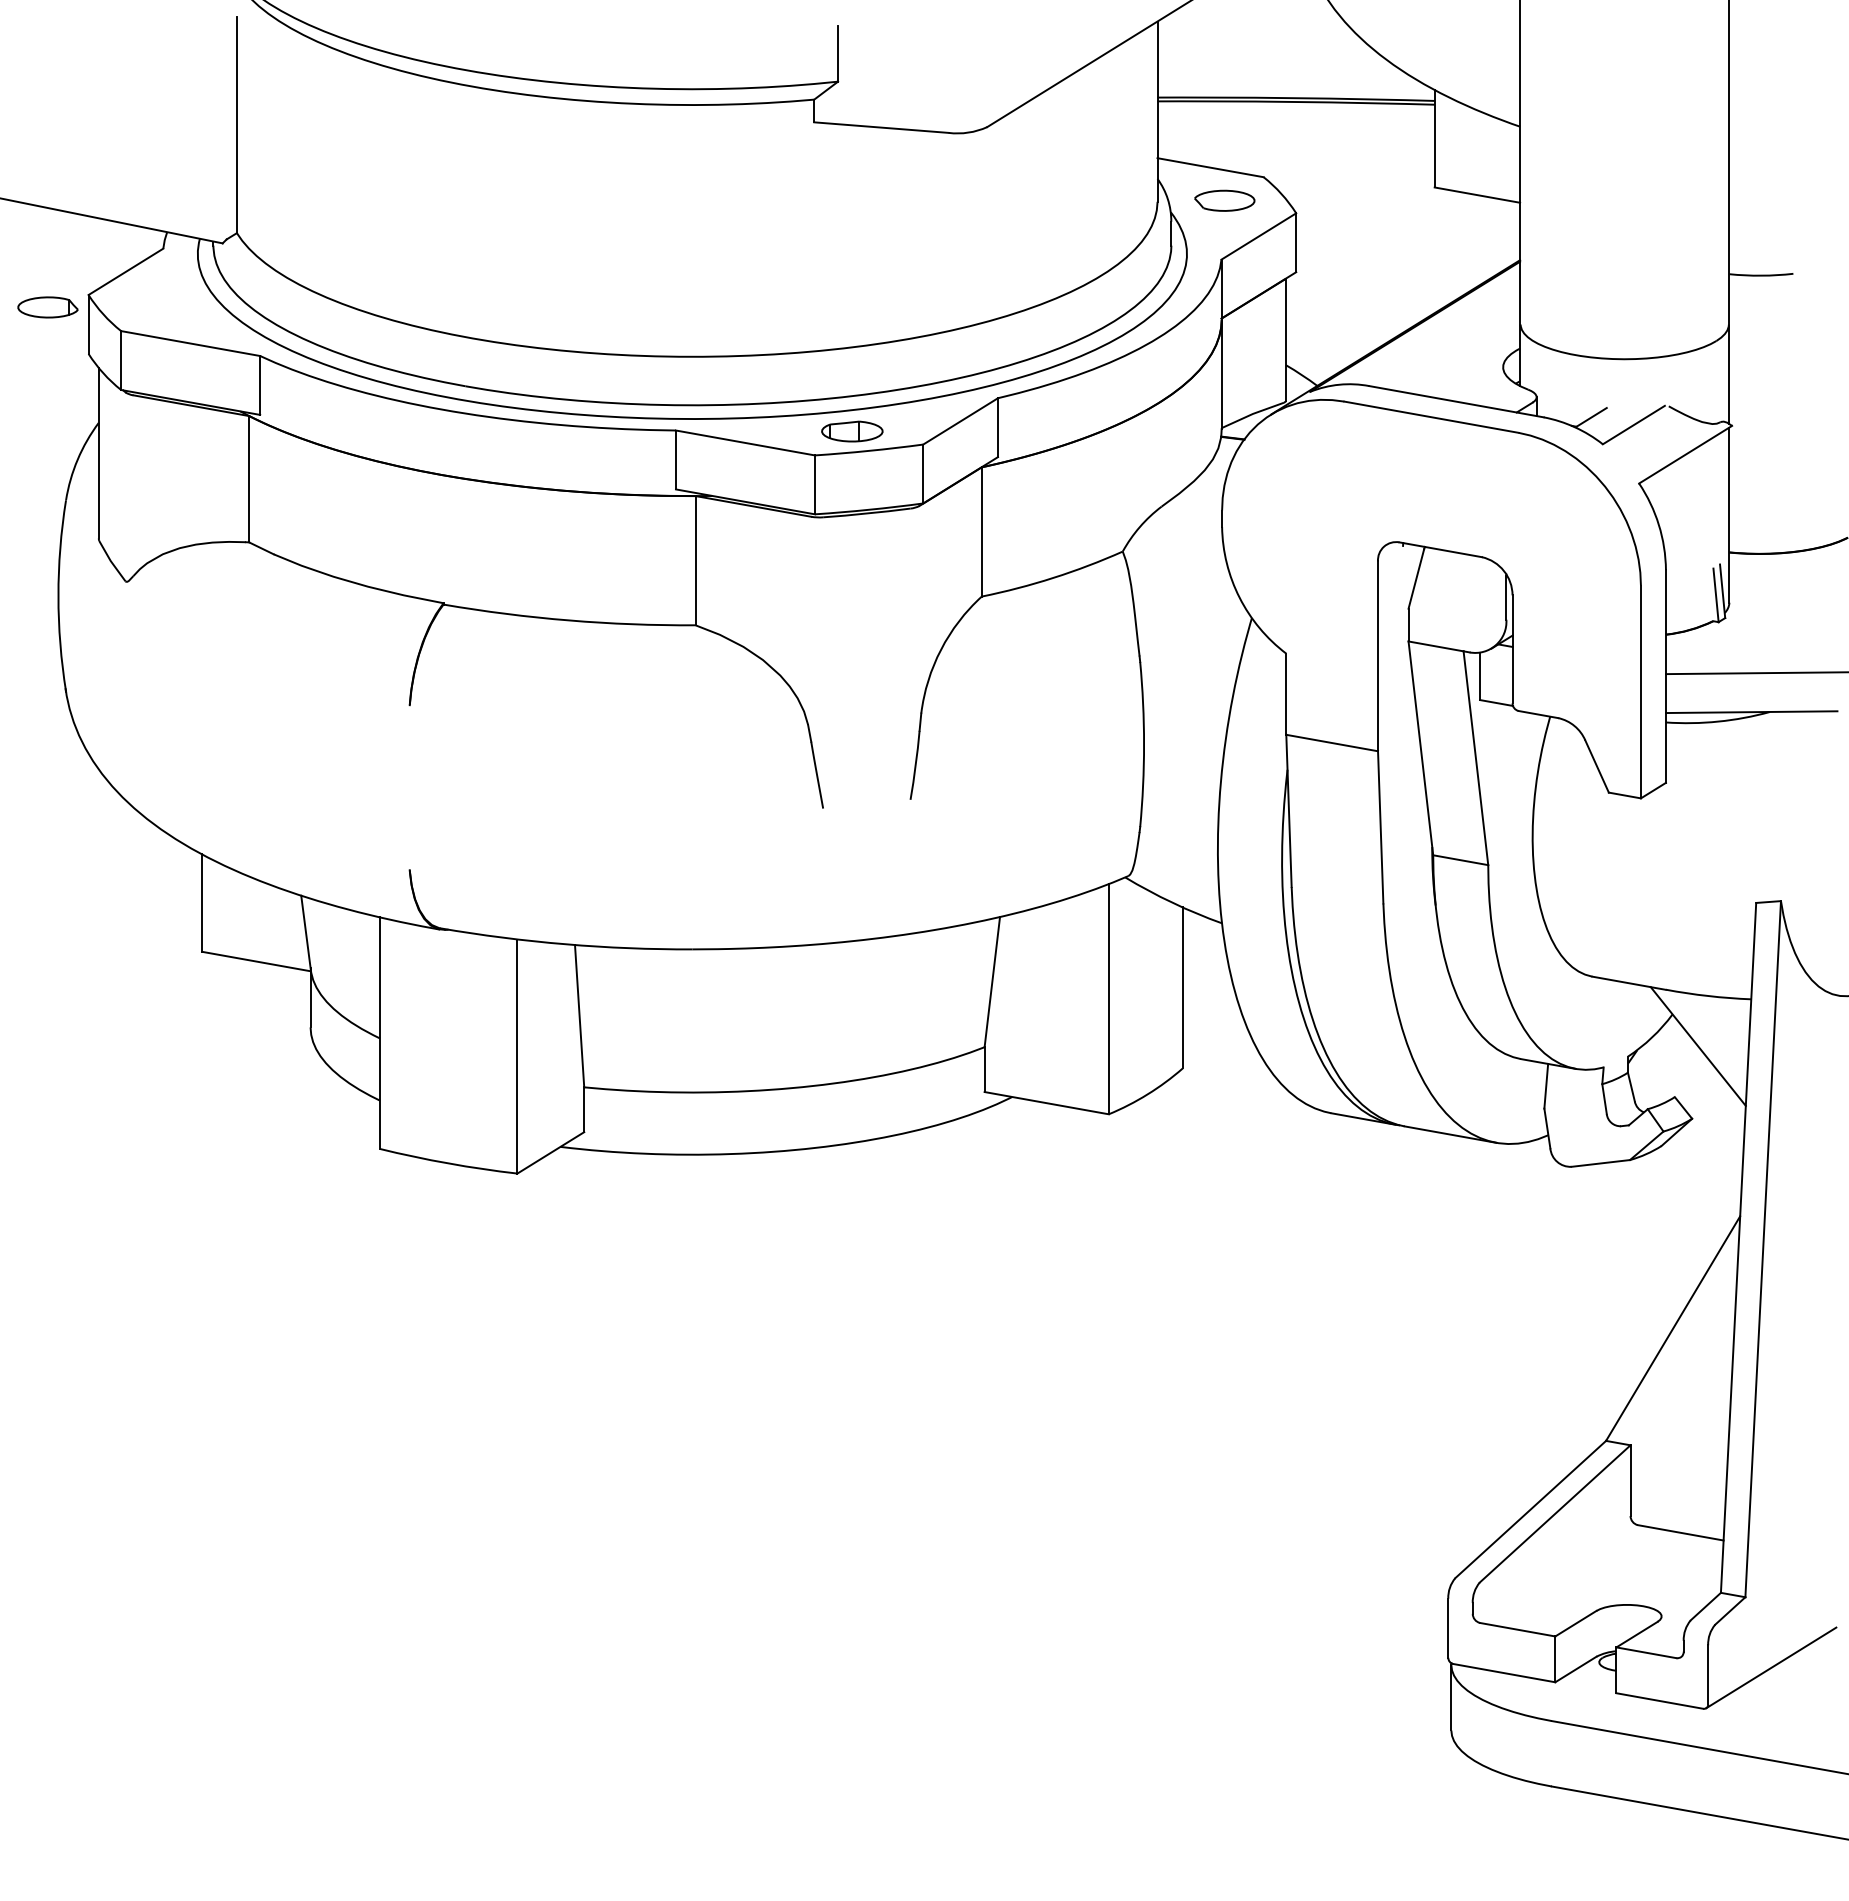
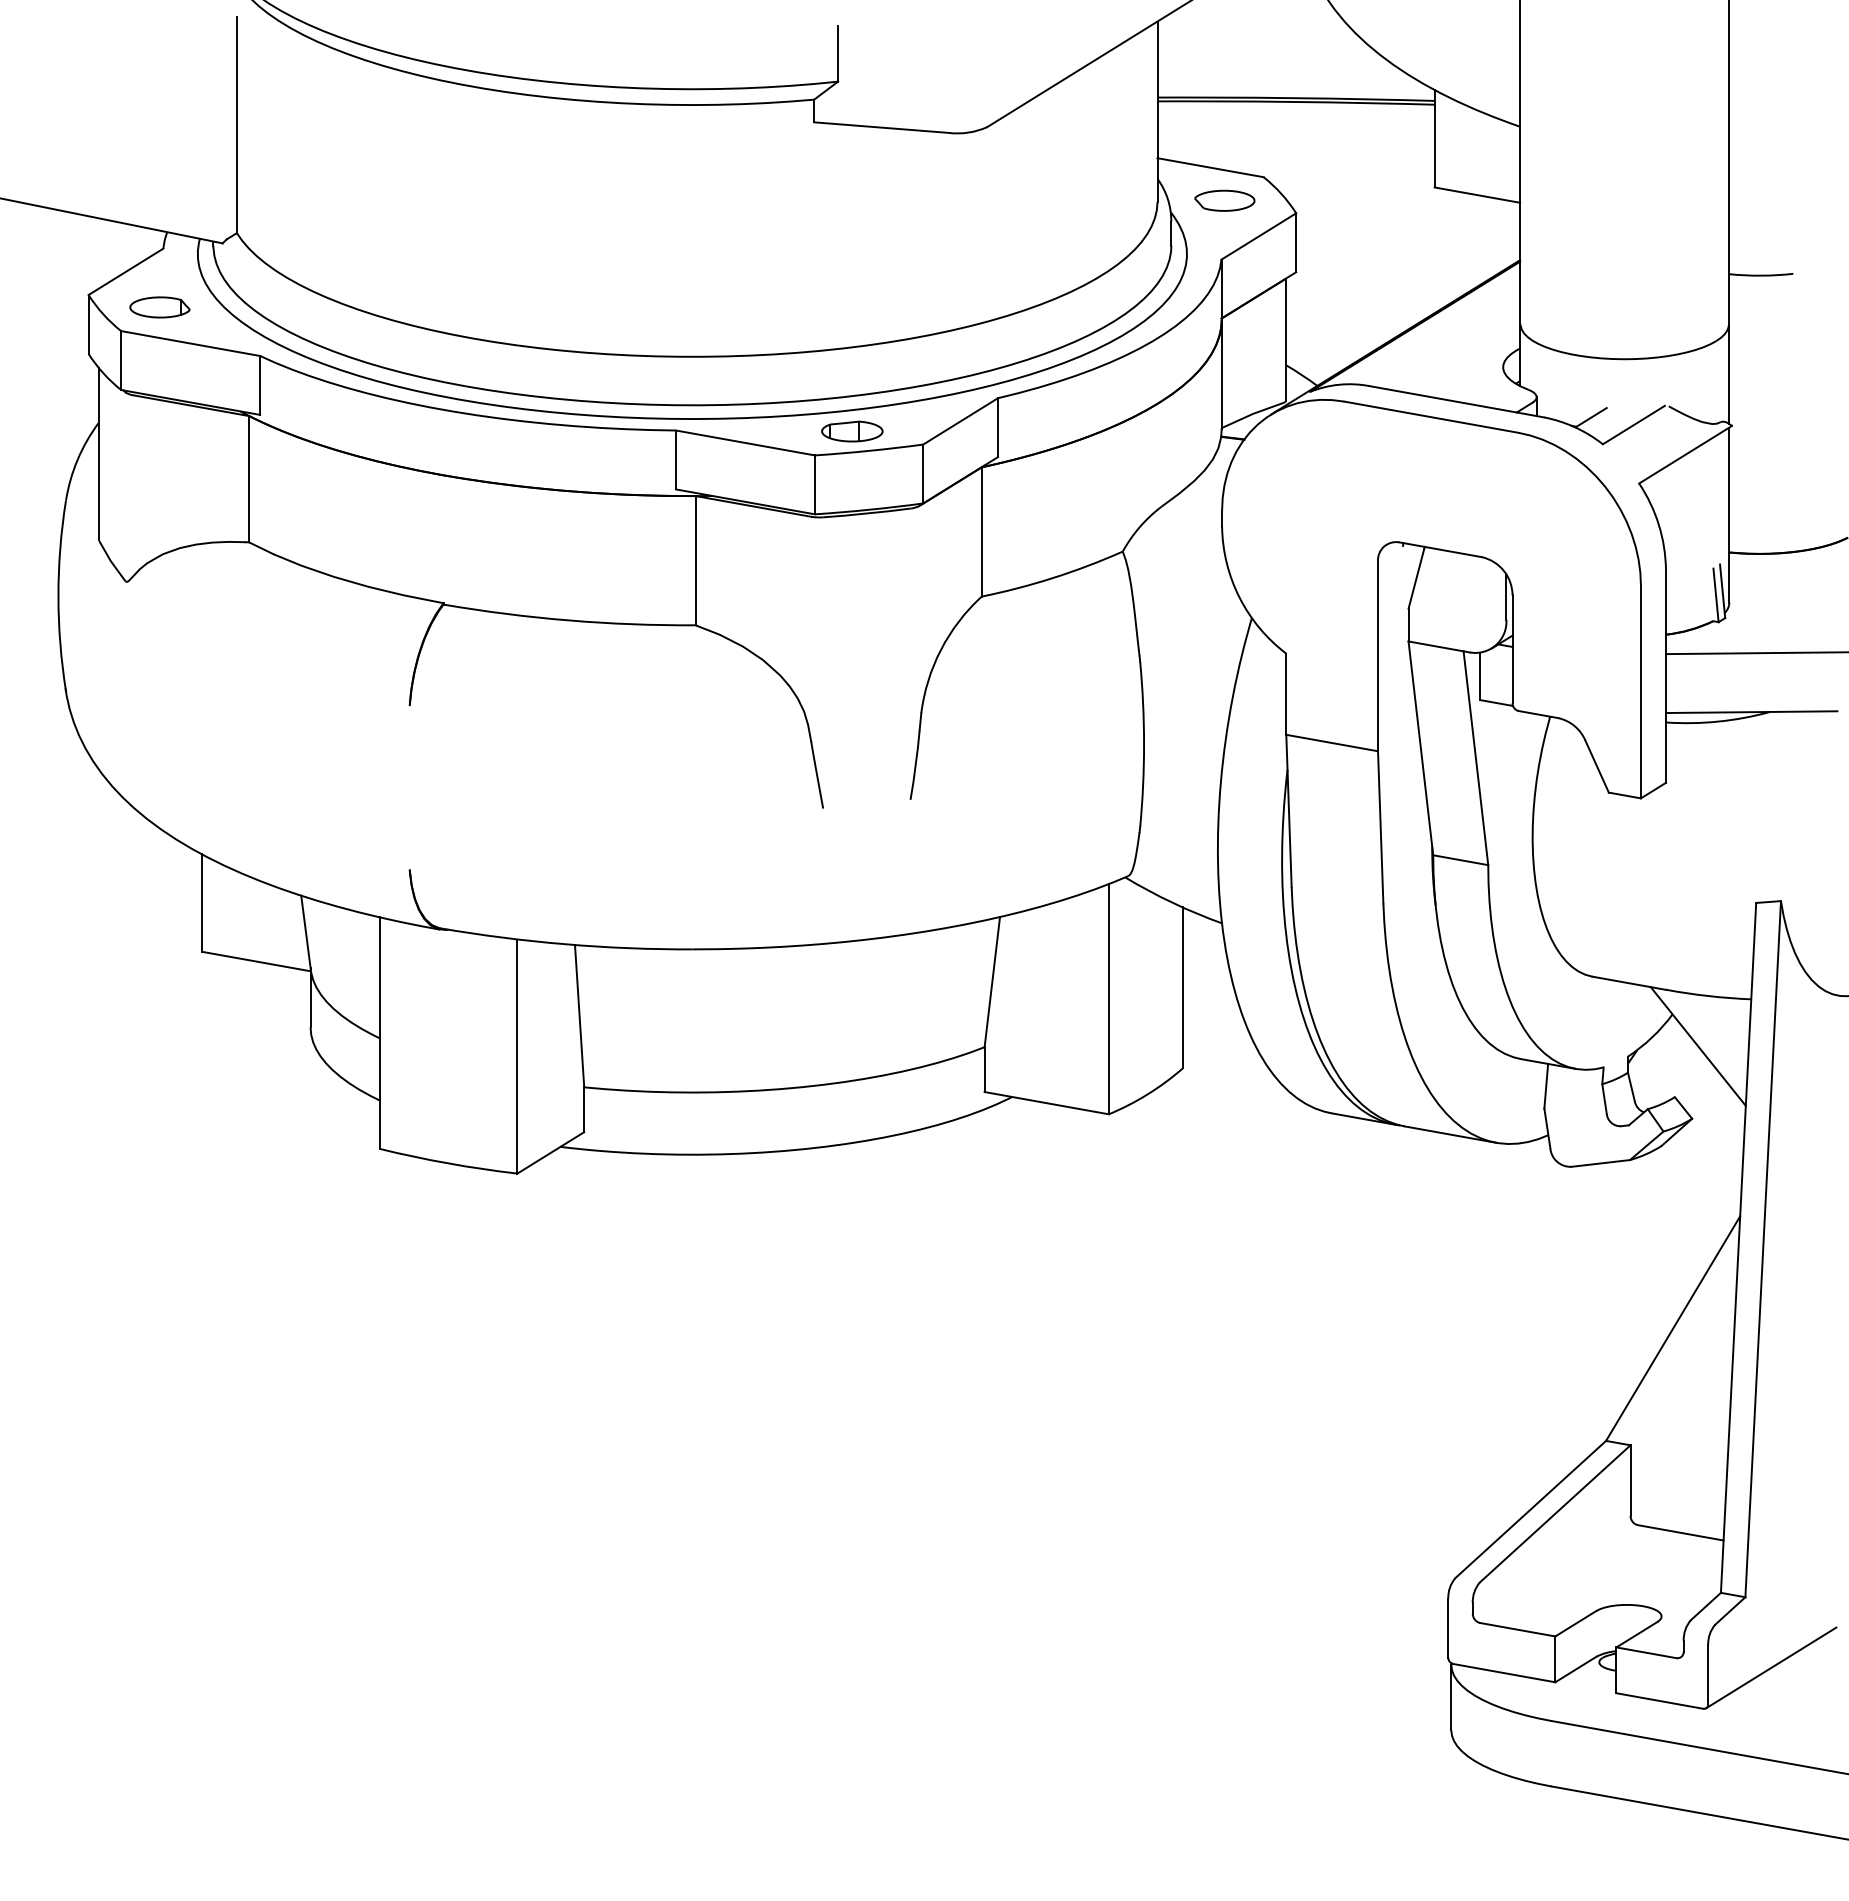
part at (47, 307) position: (47, 307) -> (159, 307)
line at (1755, 673) position: (1755, 673) -> (1755, 653)
